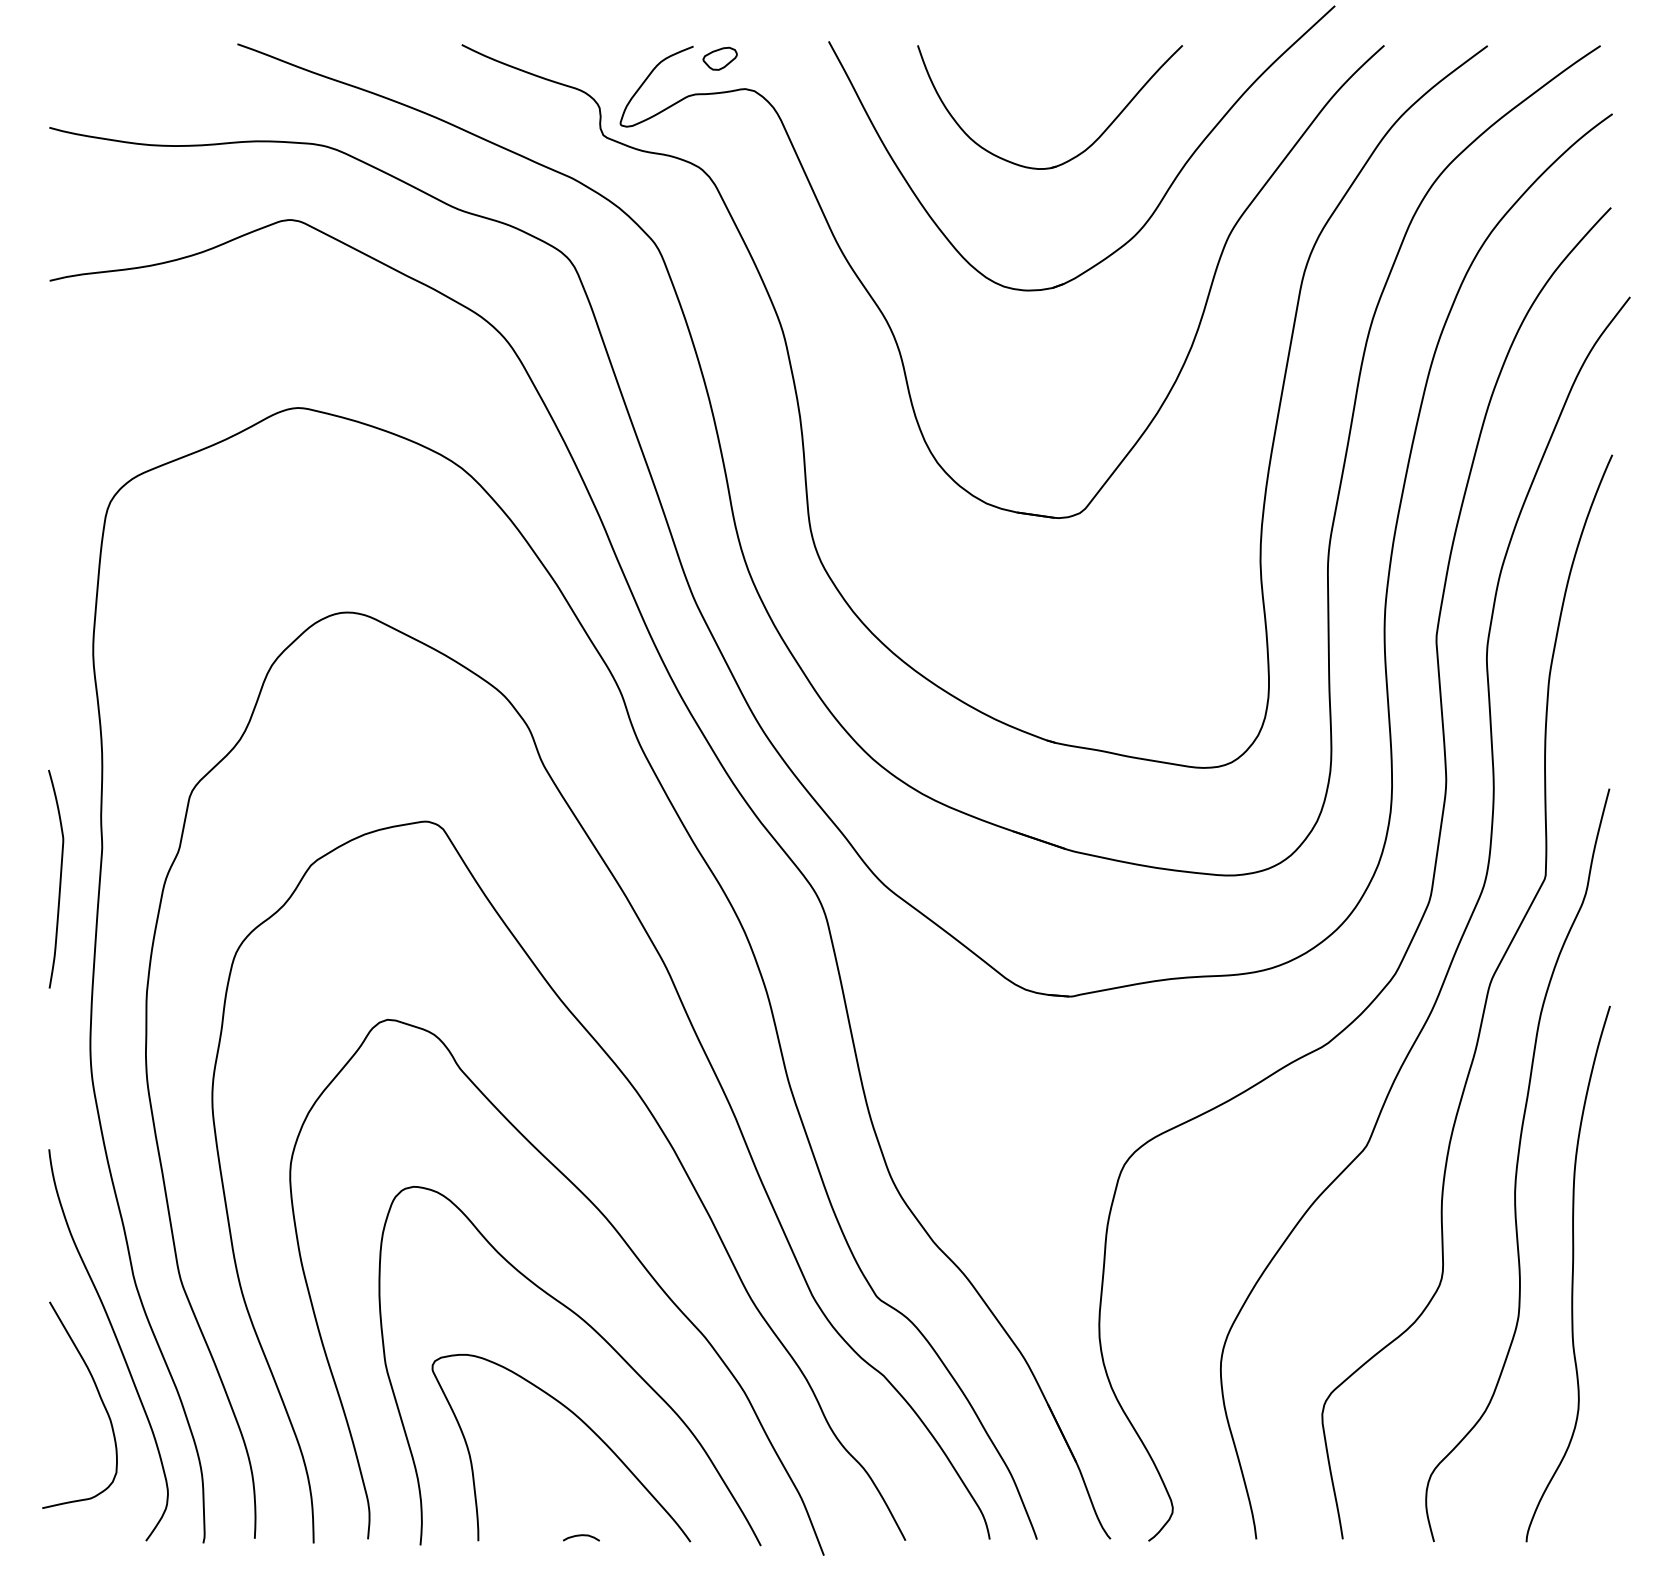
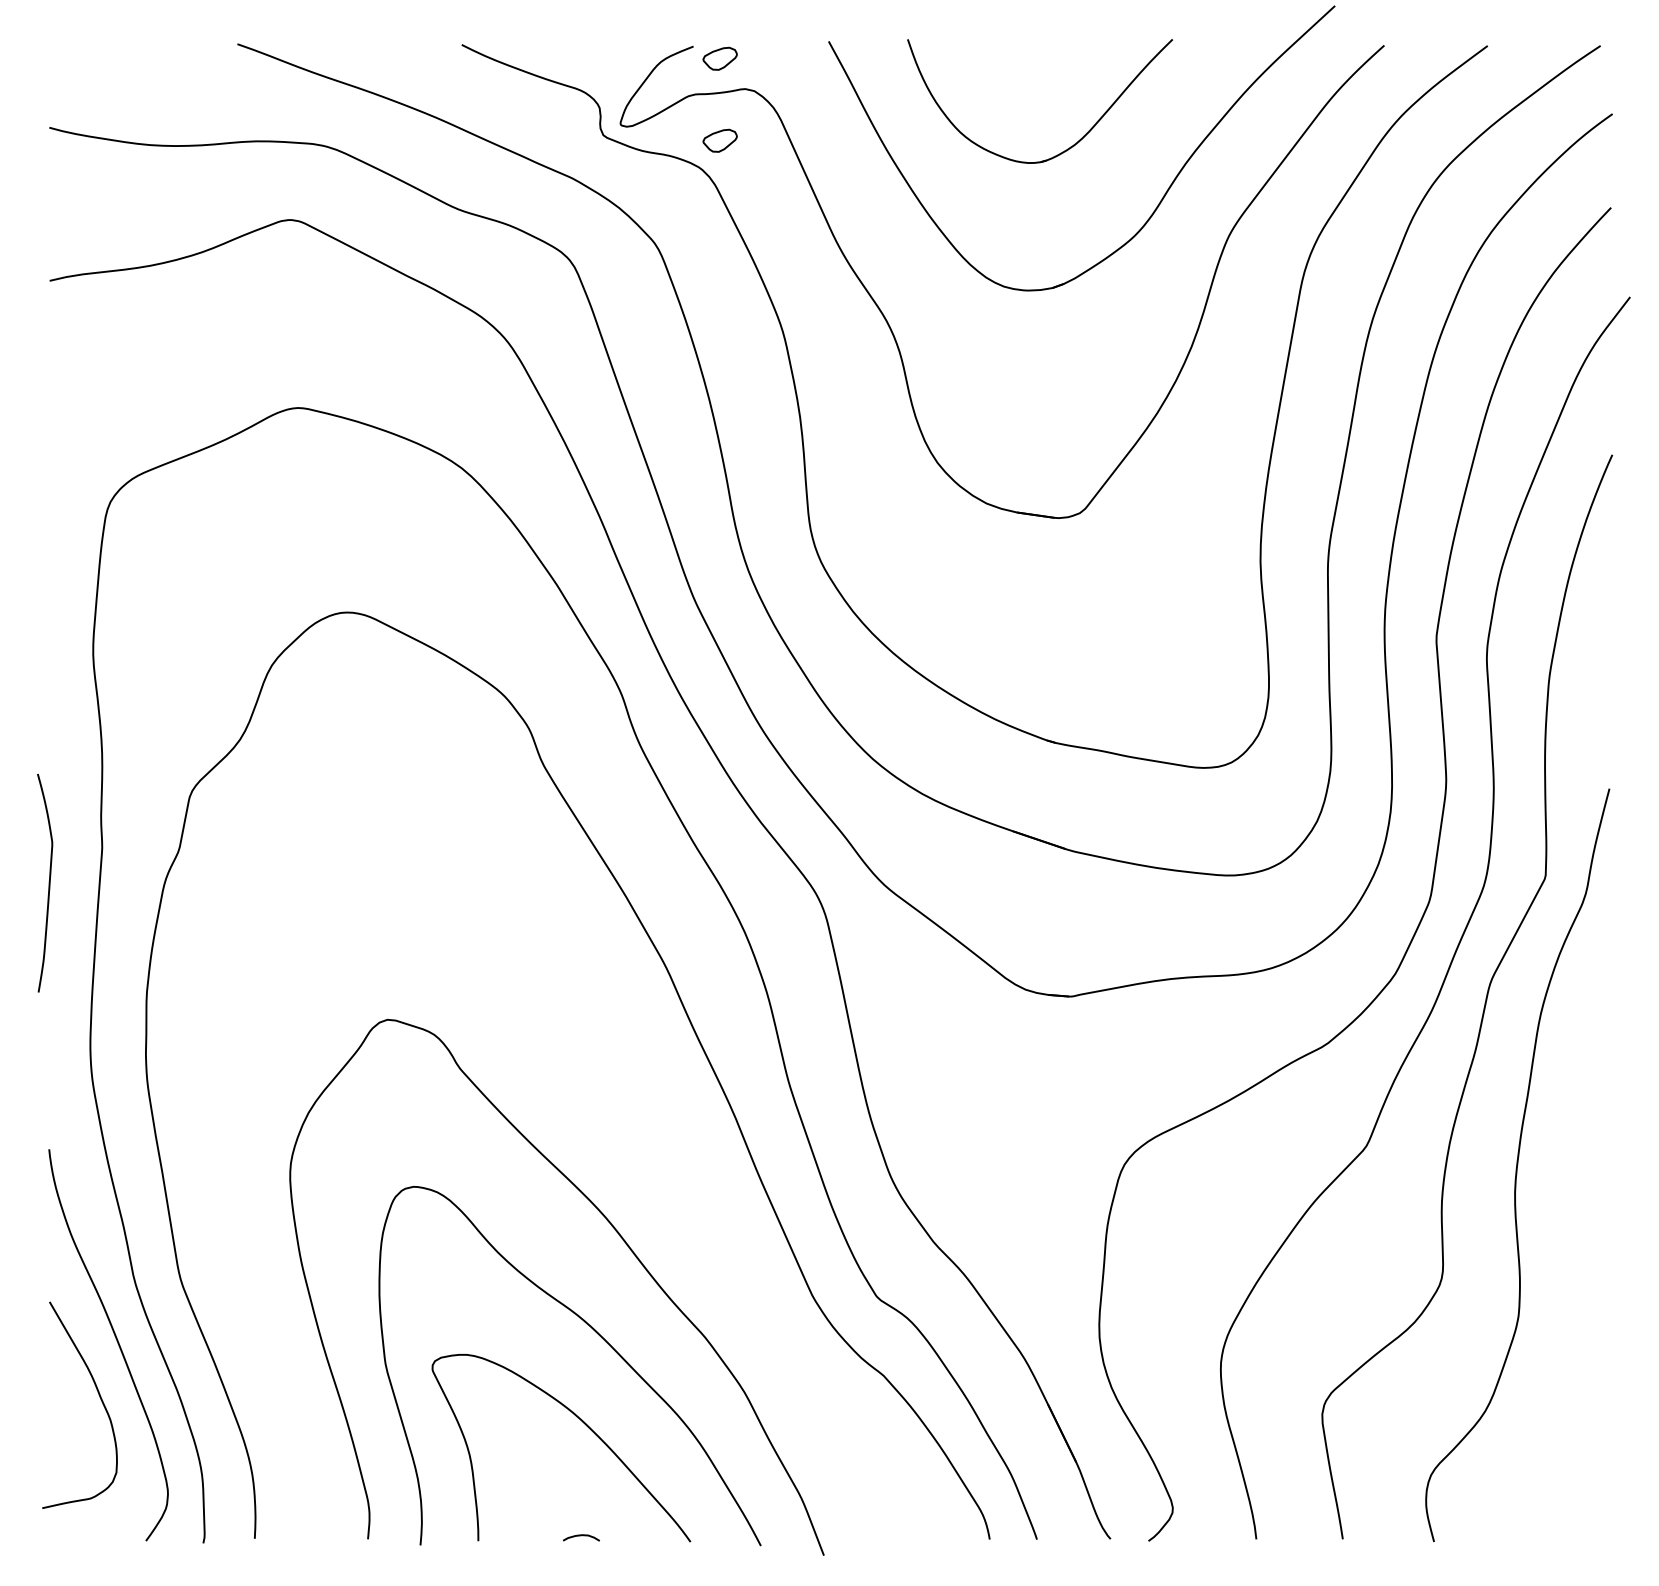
part at (719, 140): none -> present
part at (1080, 152) position: (1080, 152) -> (1070, 146)
curve at (59, 878) position: (59, 878) -> (48, 882)
curve at (652, 1117): present -> none
curve at (1571, 1274): present -> none
